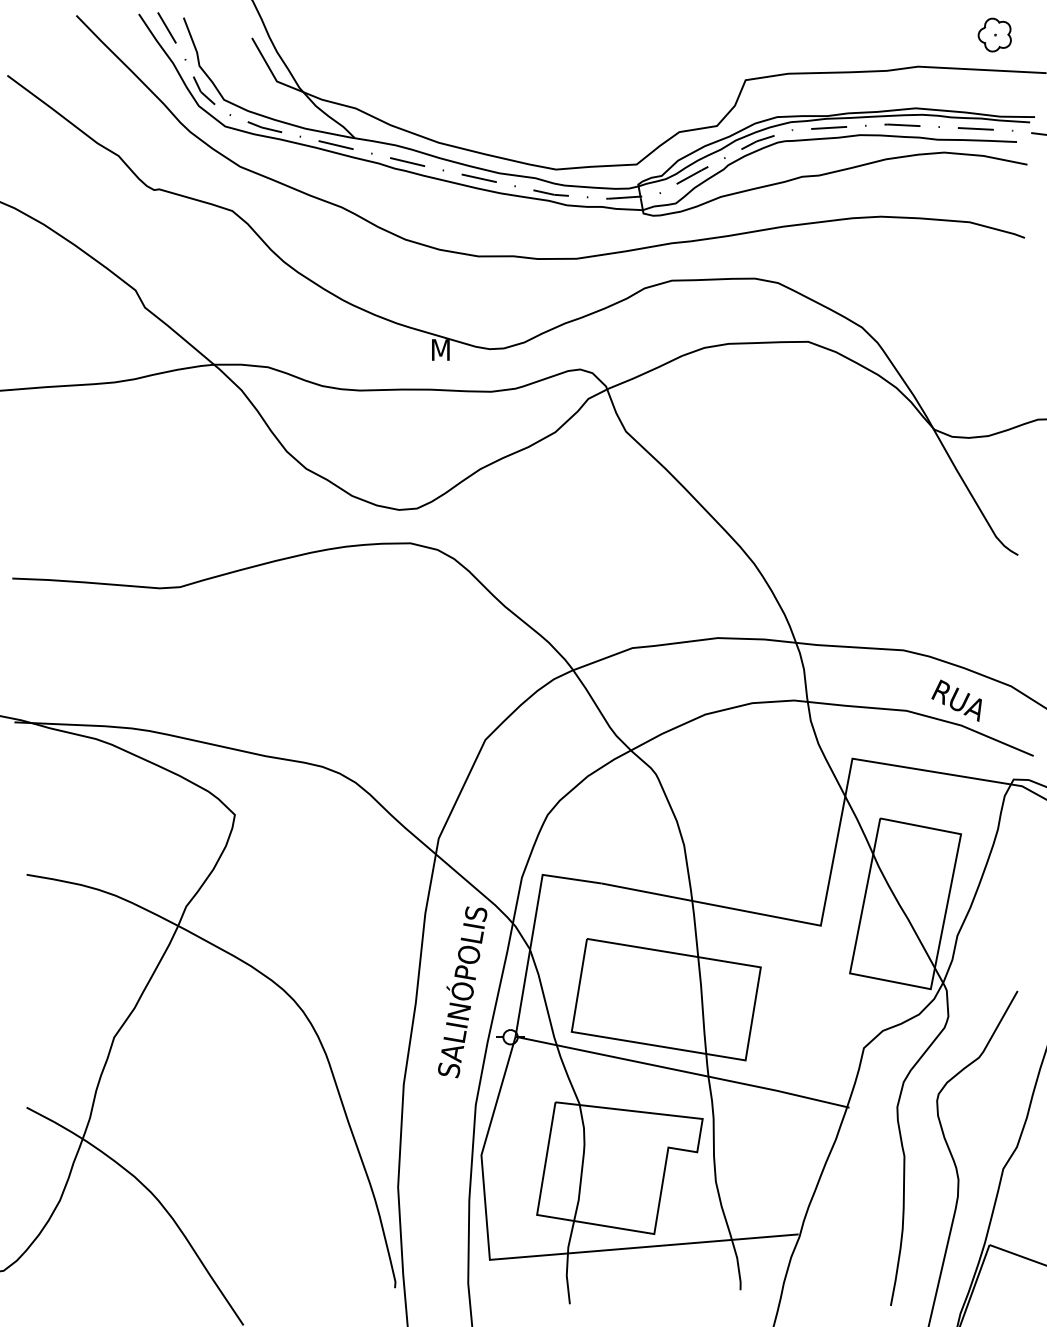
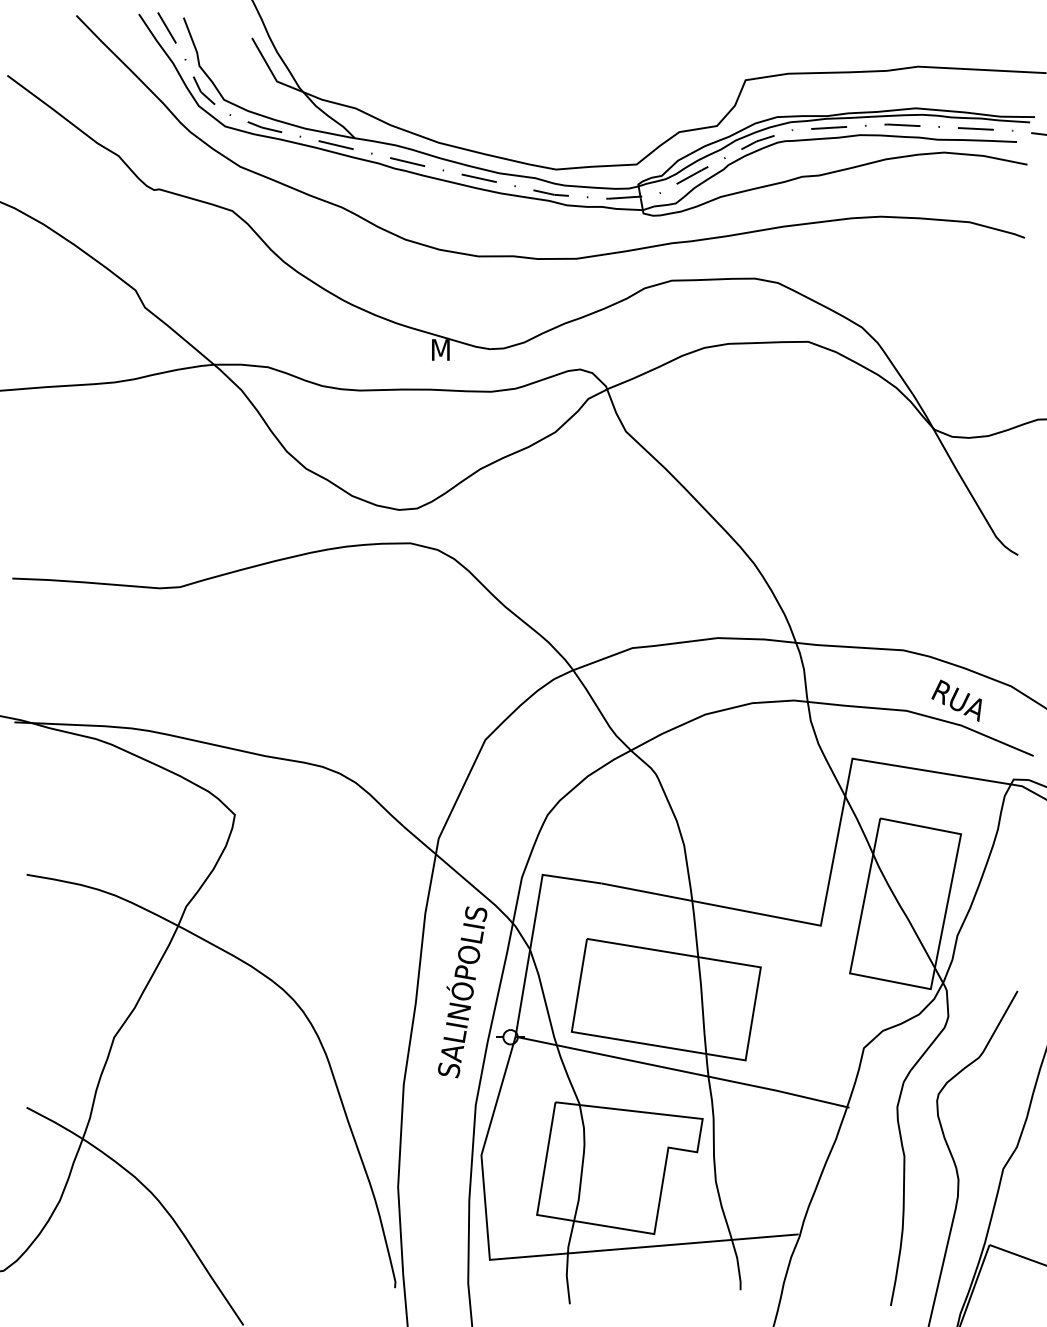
part at (994, 34): present -> none
